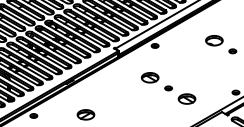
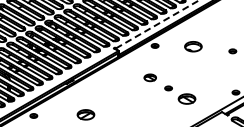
line at (157, 24): solid -> dashed
part at (214, 40) position: (214, 40) -> (193, 46)
part at (150, 77) size: 19x12 px -> 14x10 px
